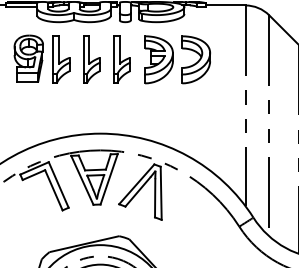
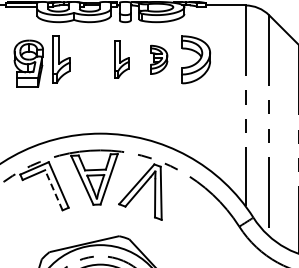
part at (28, 58) position: (28, 58) -> (28, 63)
part at (91, 59): present -> none
part at (121, 59) size: 18x49 px -> 16x39 px
part at (158, 59) size: 30x50 px -> 19x31 px
line at (53, 190): solid -> dashed
